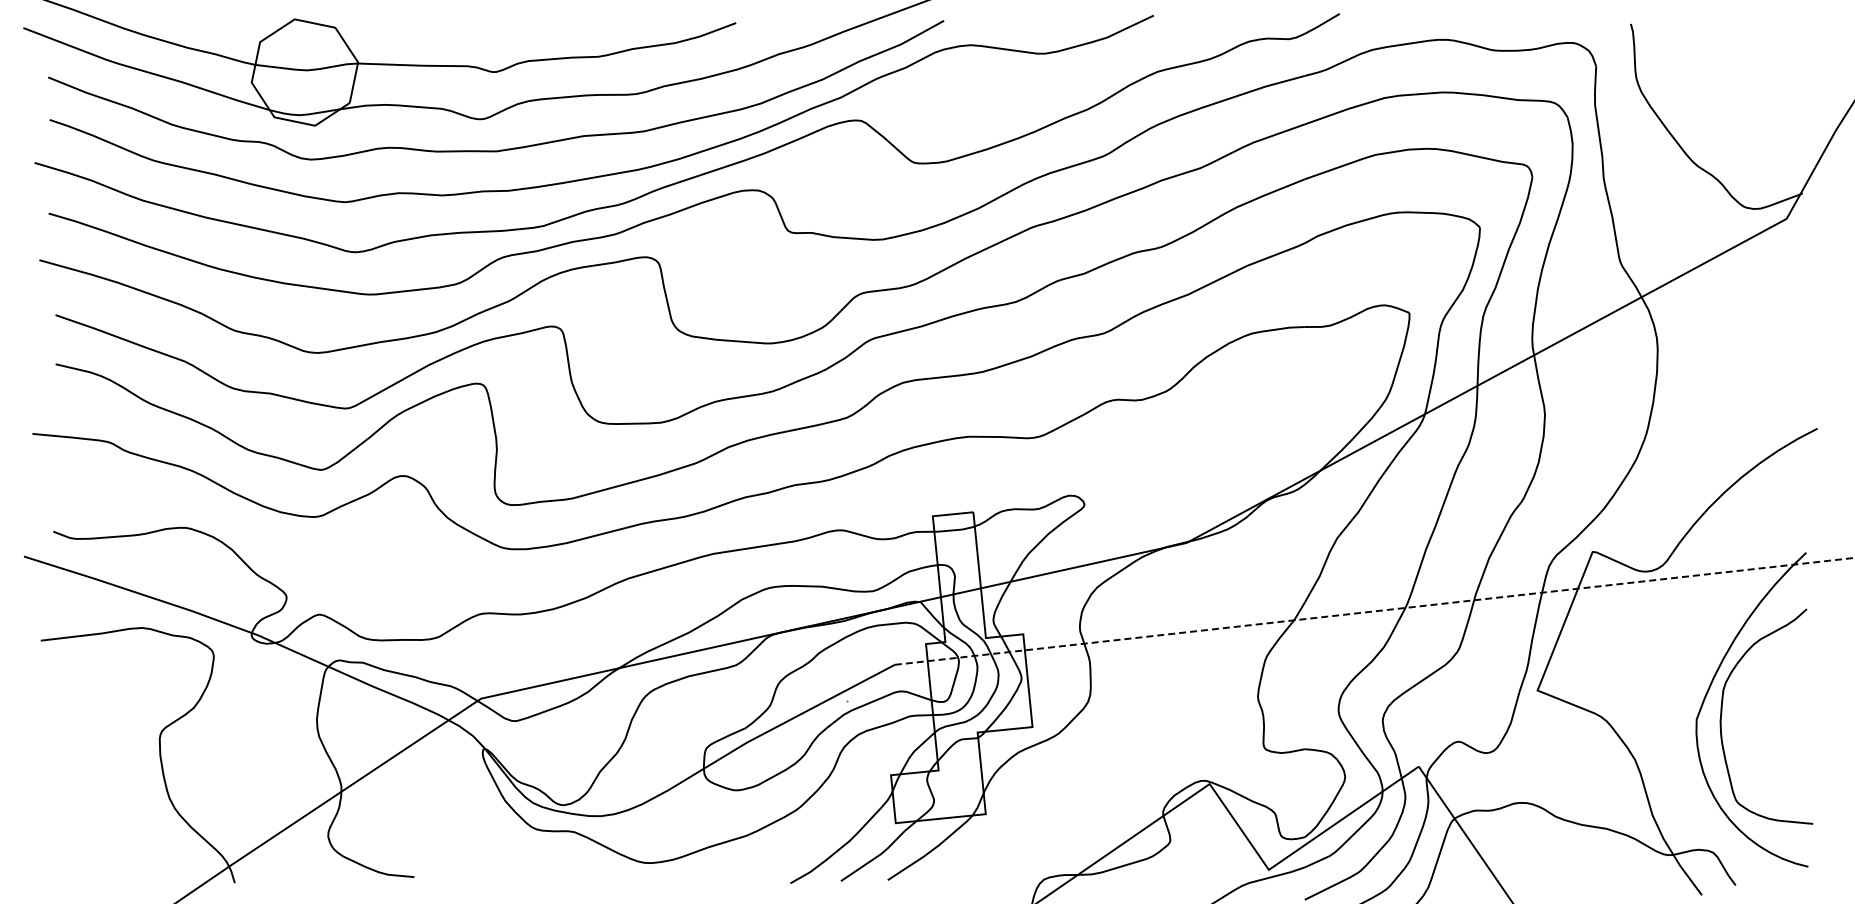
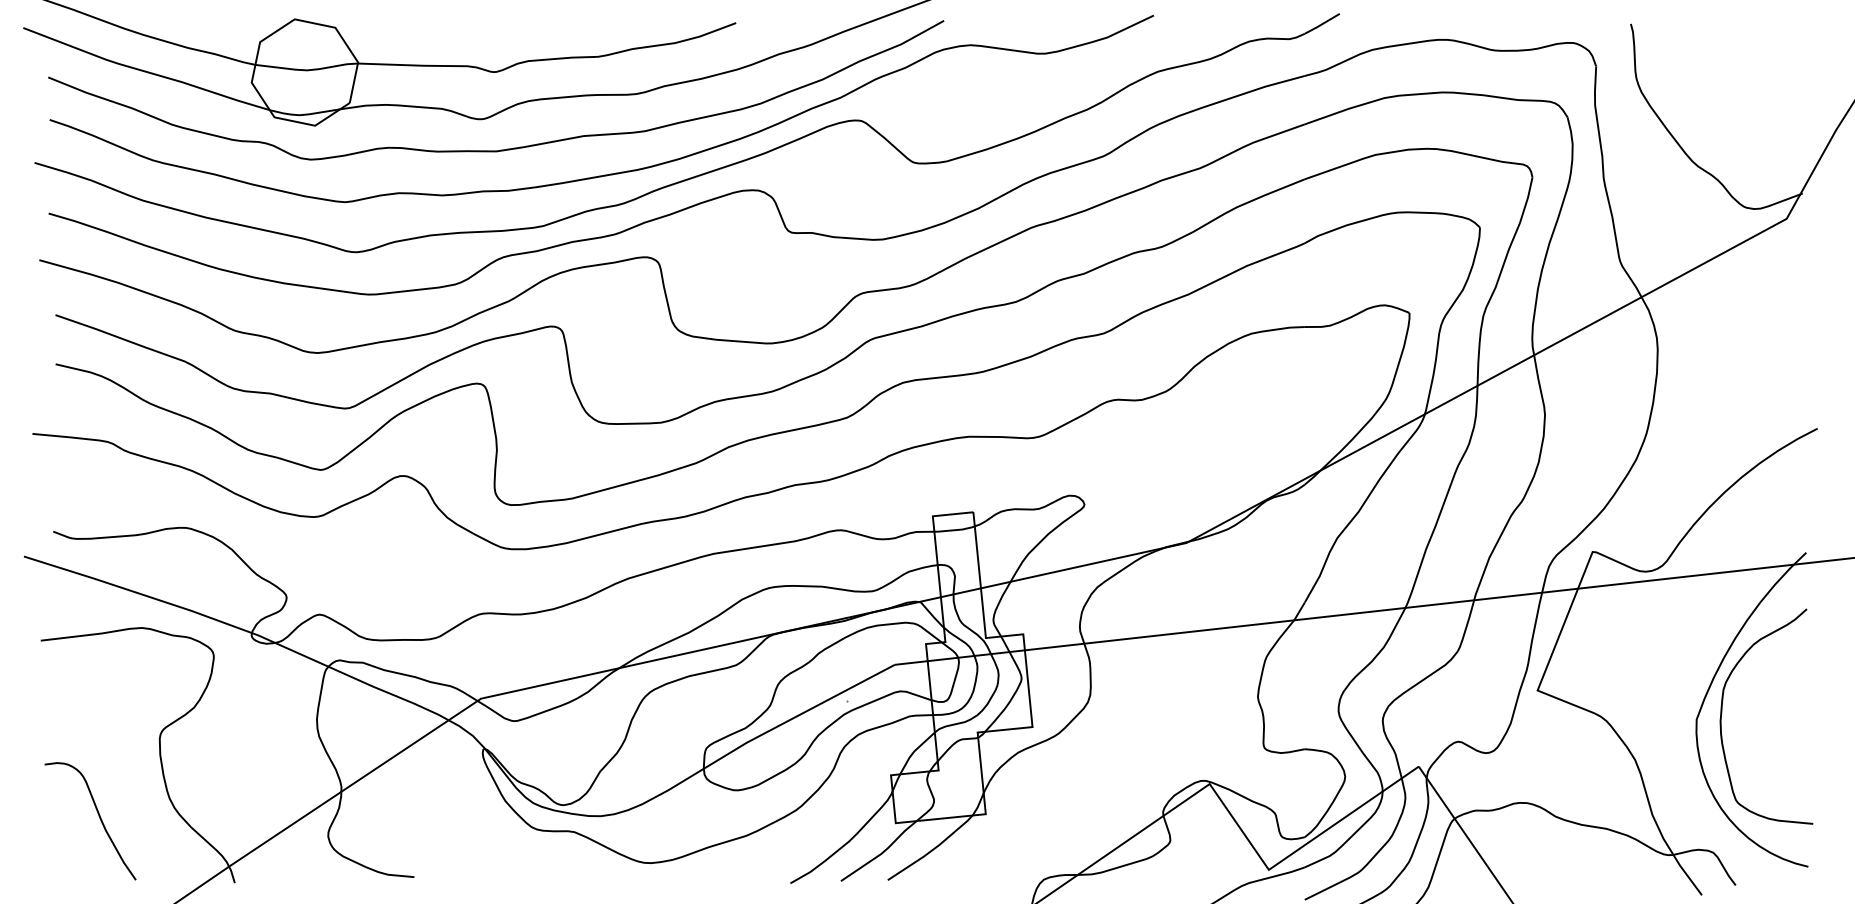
line at (1374, 611): dashed -> solid
curve at (98, 816): none -> present
